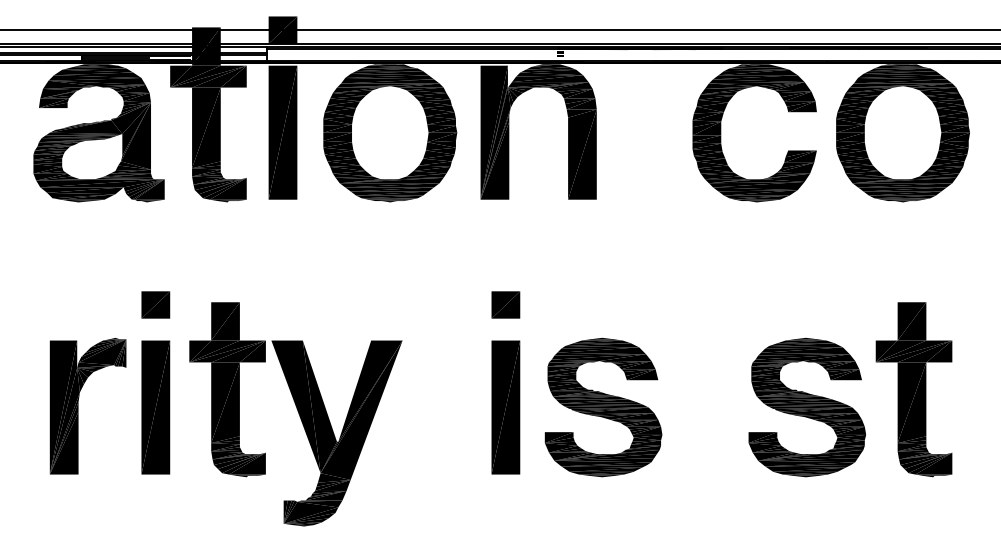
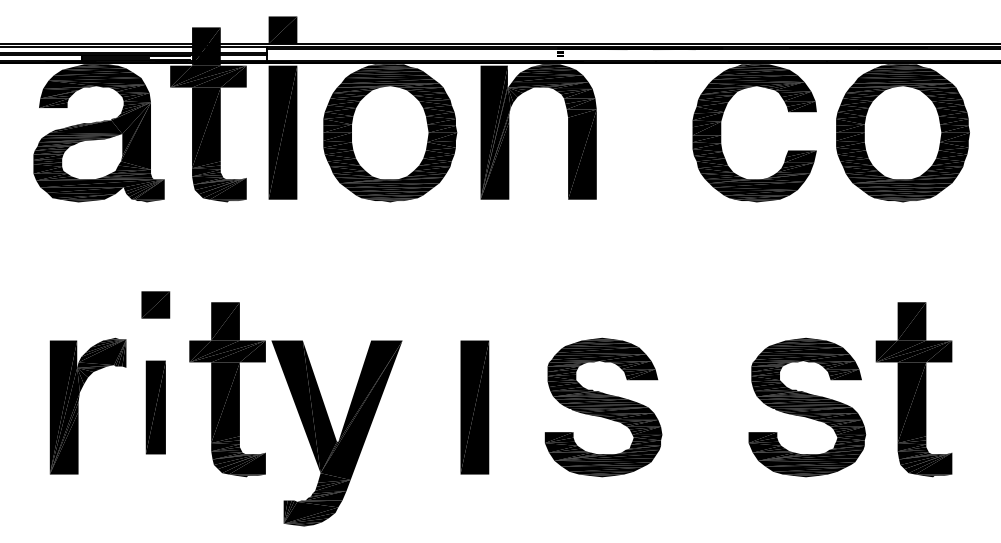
line at (499, 29): present -> none
part at (505, 304): present -> none
part at (155, 407) size: 30x135 px -> 21x95 px
part at (505, 407) position: (505, 407) -> (474, 407)
